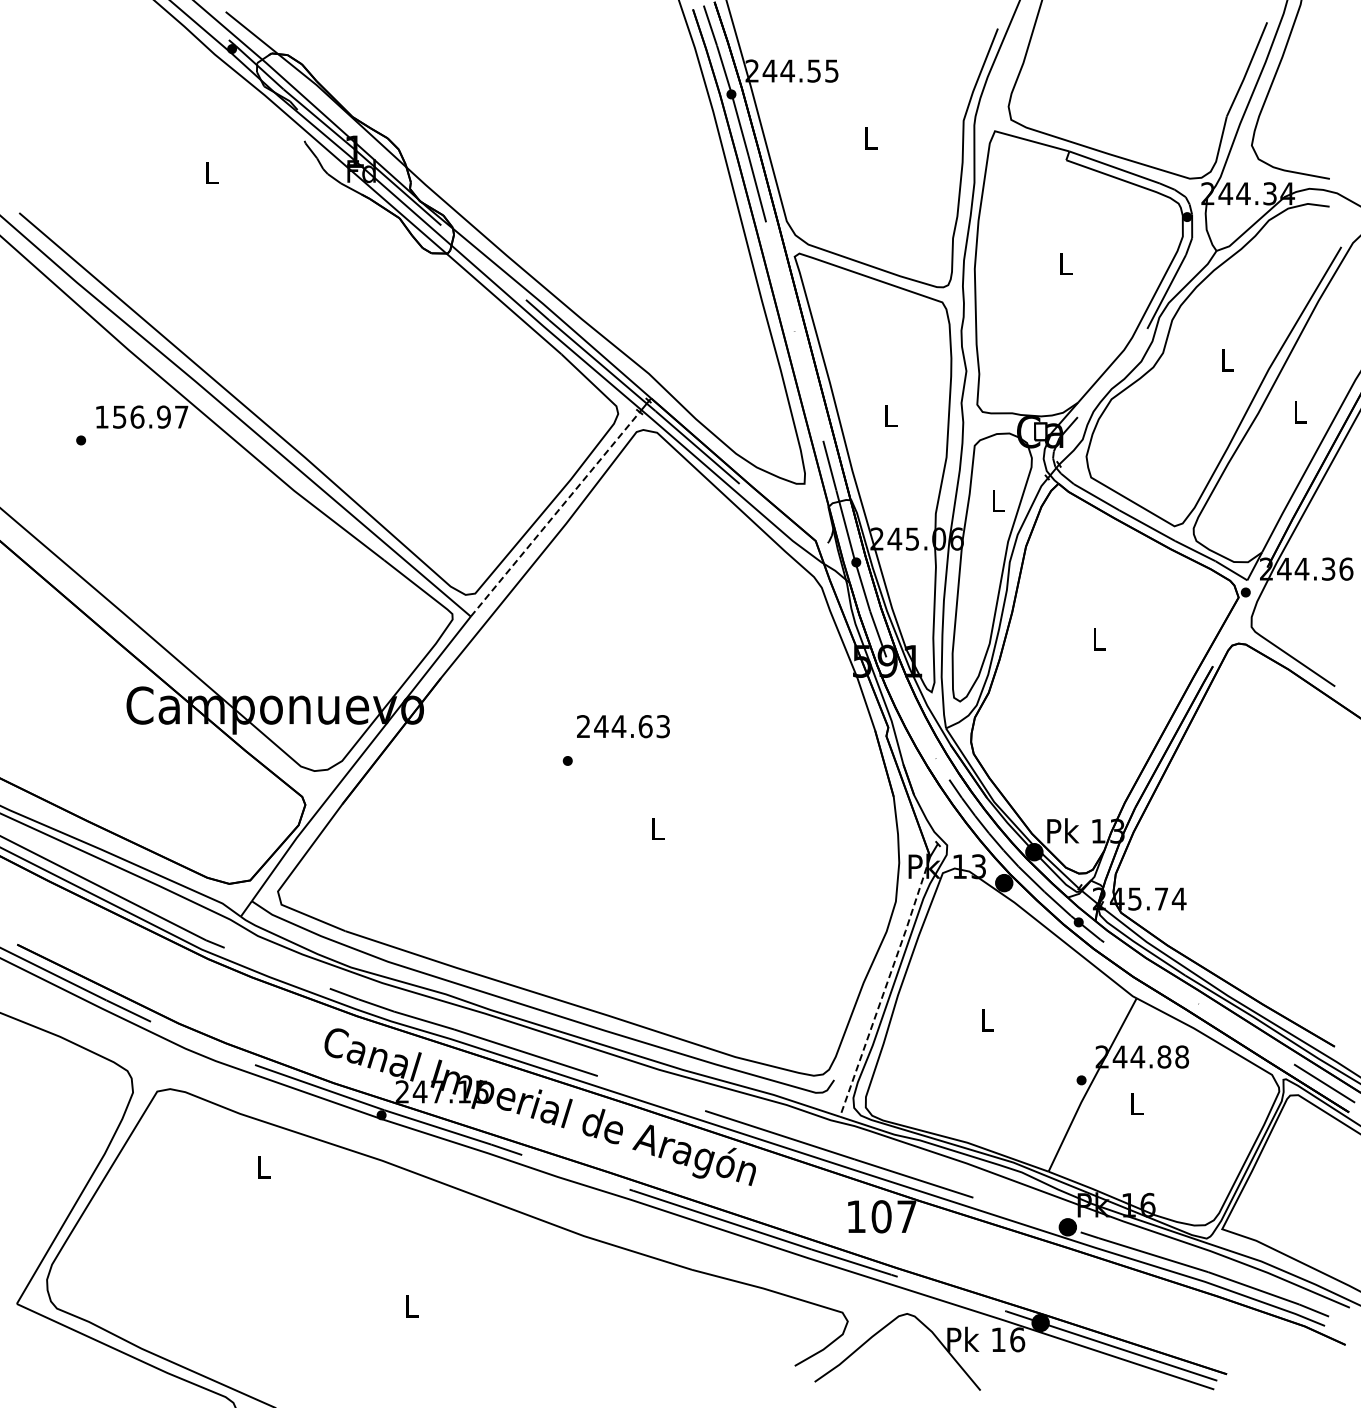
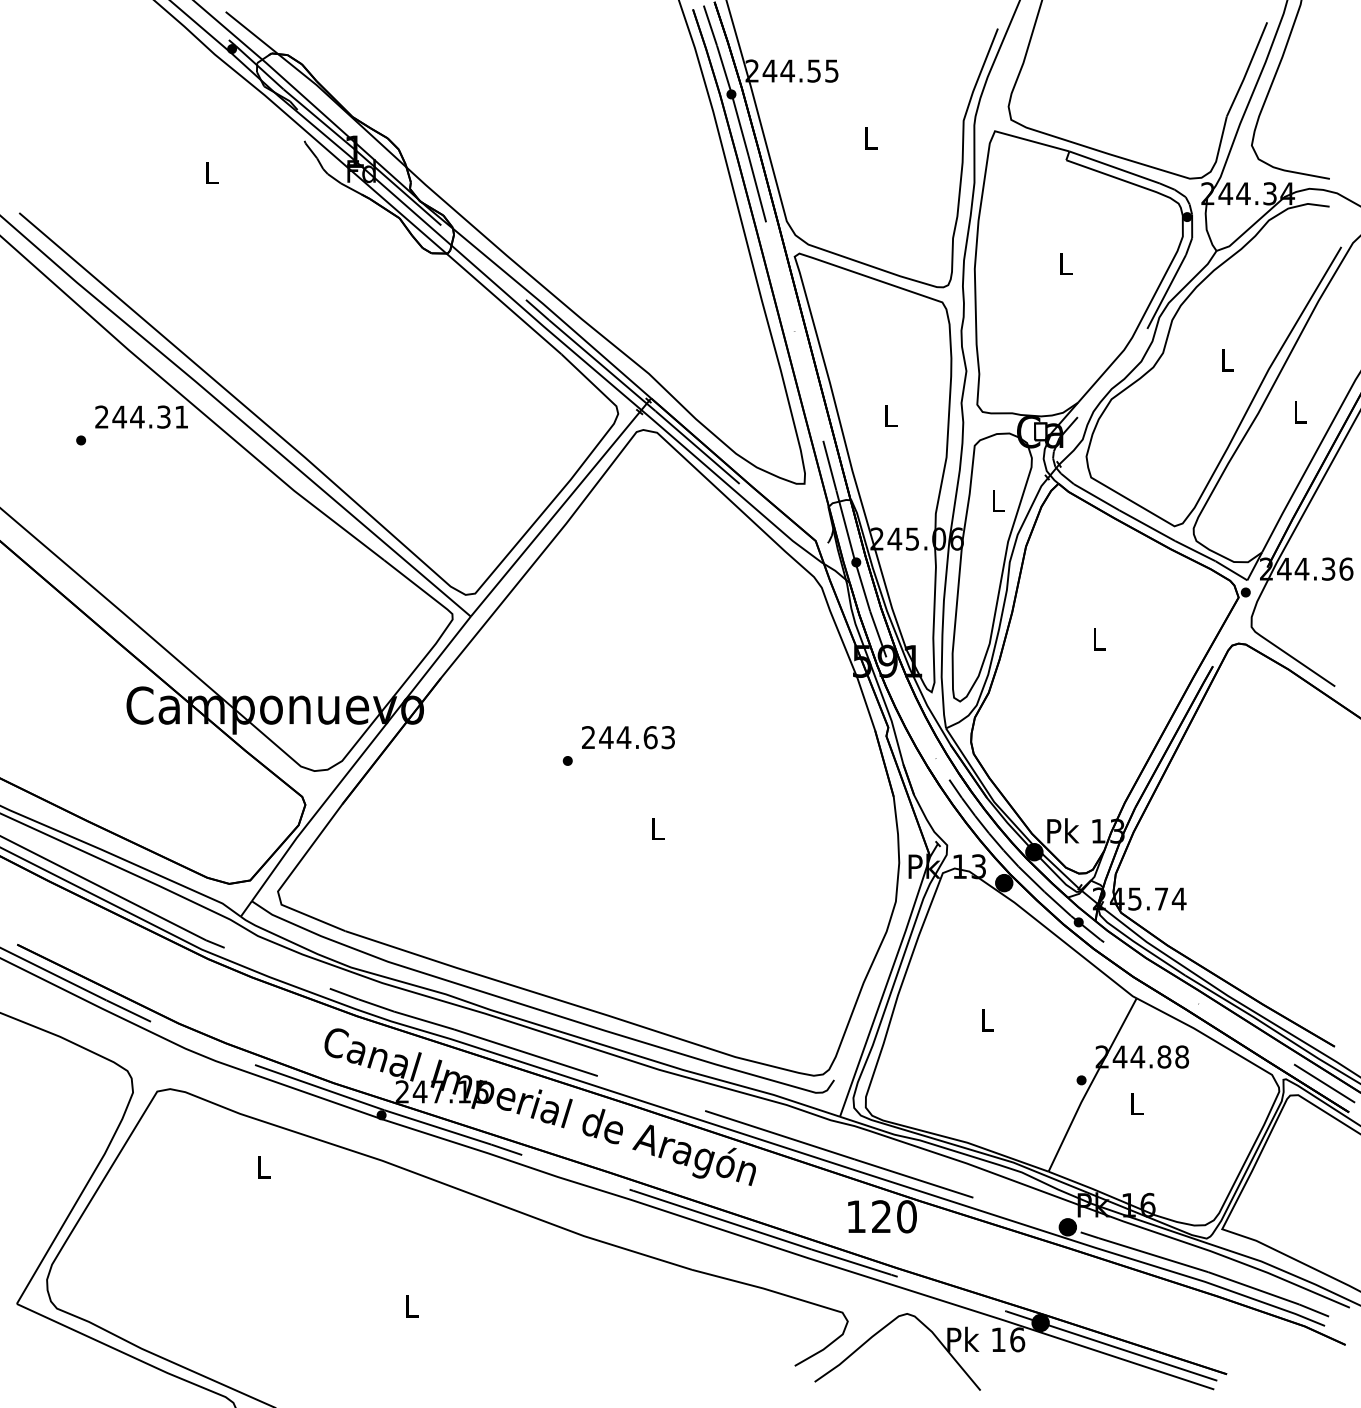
text at (141, 416): 156.97 -> 244.31
line at (555, 514): dashed -> solid
text at (623, 726) position: (623, 726) -> (628, 737)
line at (885, 987): dashed -> solid
text at (893, 1216): 107 -> 120
